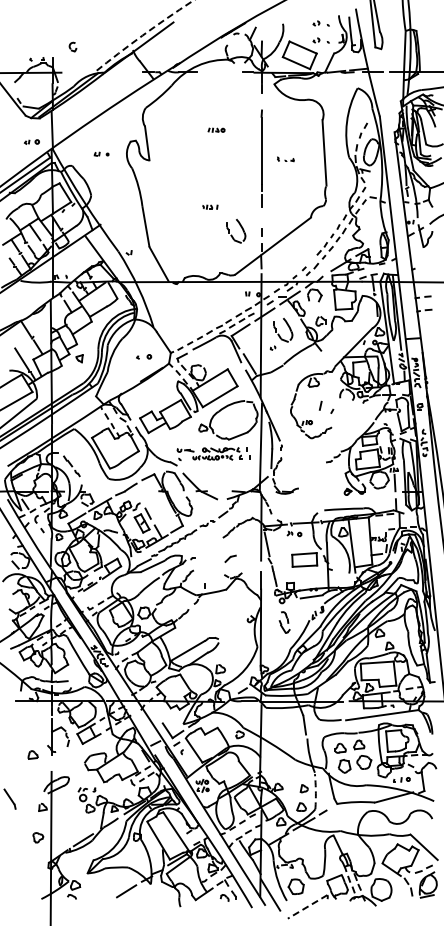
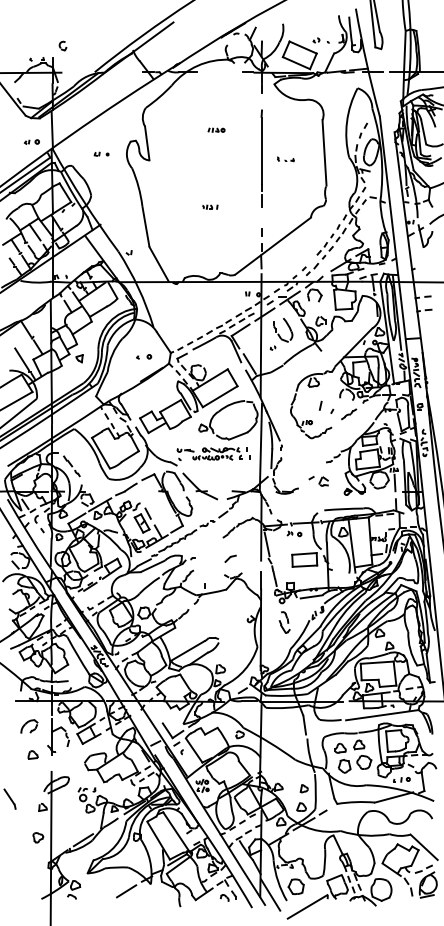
part at (320, 23): present -> none
arc at (143, 35): dashed -> solid
part at (72, 46) position: (72, 46) -> (62, 45)
part at (236, 231): present -> none
line at (349, 414): none -> present
part at (318, 481): none -> present
part at (29, 726): none -> present
arc at (315, 791): dashed -> solid
line at (307, 907): dashed -> solid
